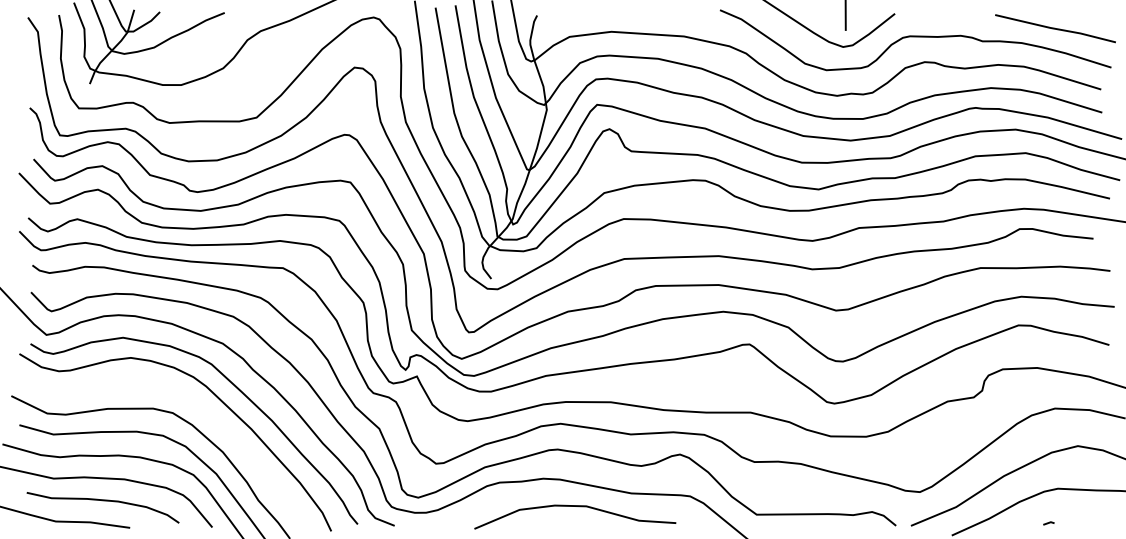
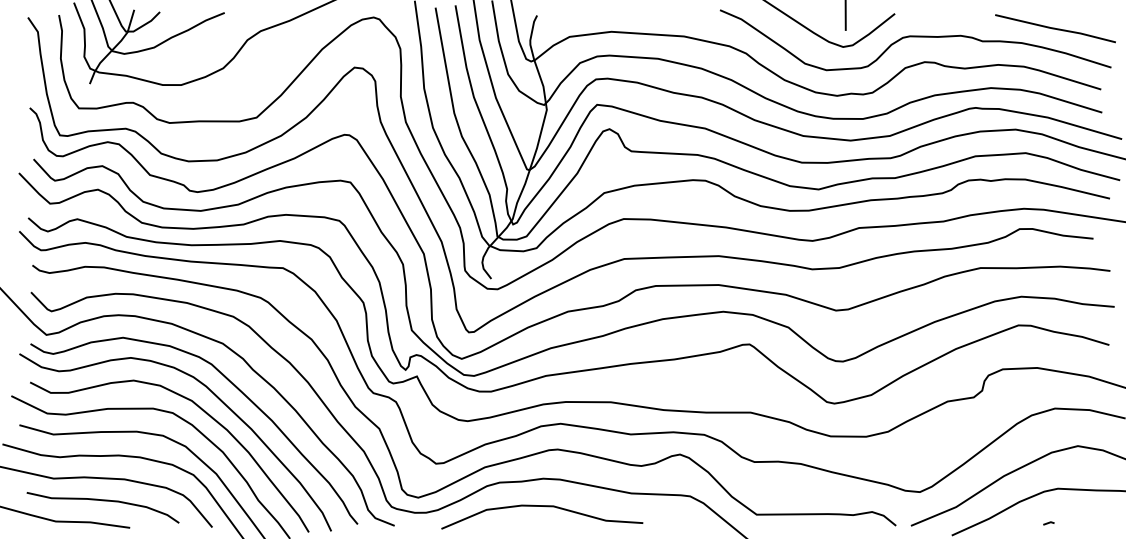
curve at (207, 415): none -> present
curve at (579, 507) position: (579, 507) -> (546, 507)
